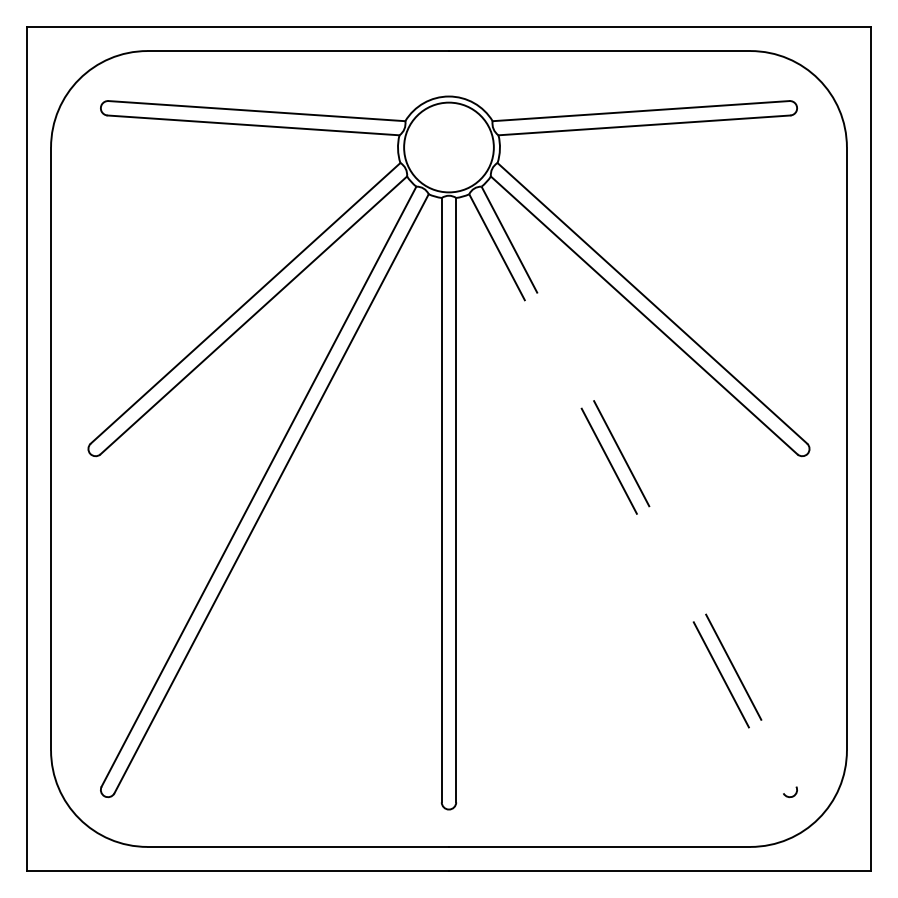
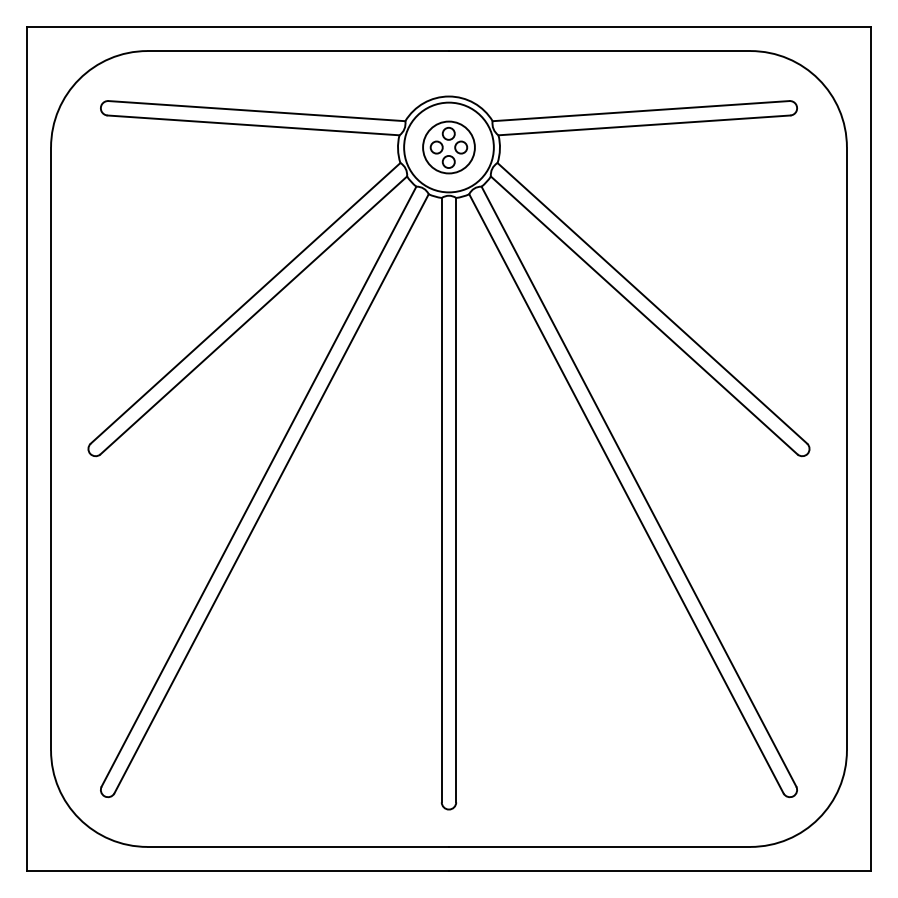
part at (448, 147): none -> present
line at (638, 486): dashed -> solid
line at (626, 494): dashed -> solid
